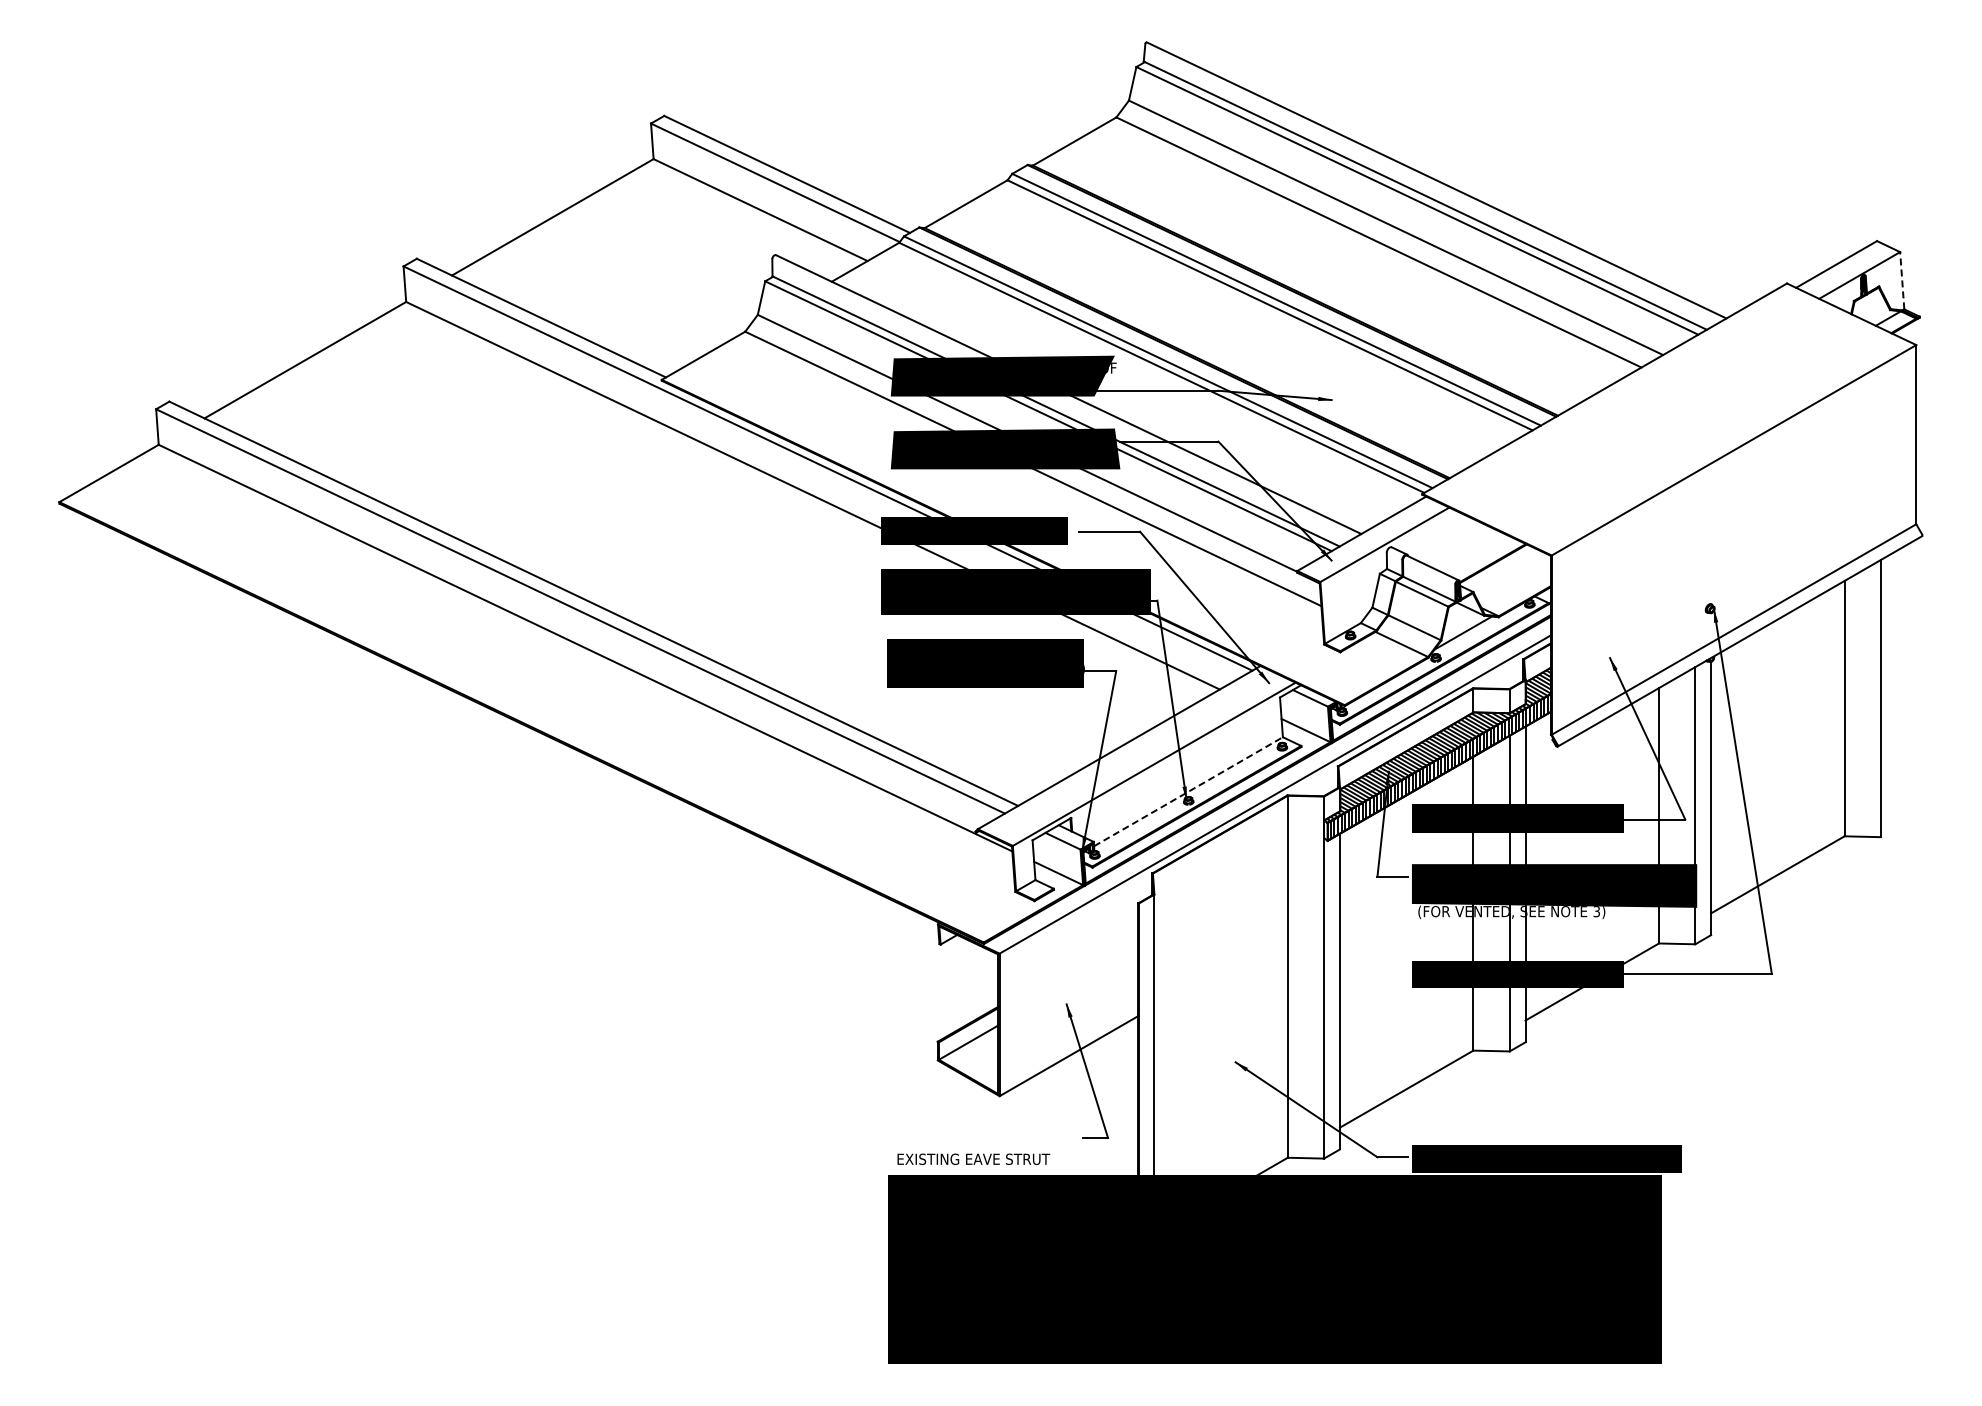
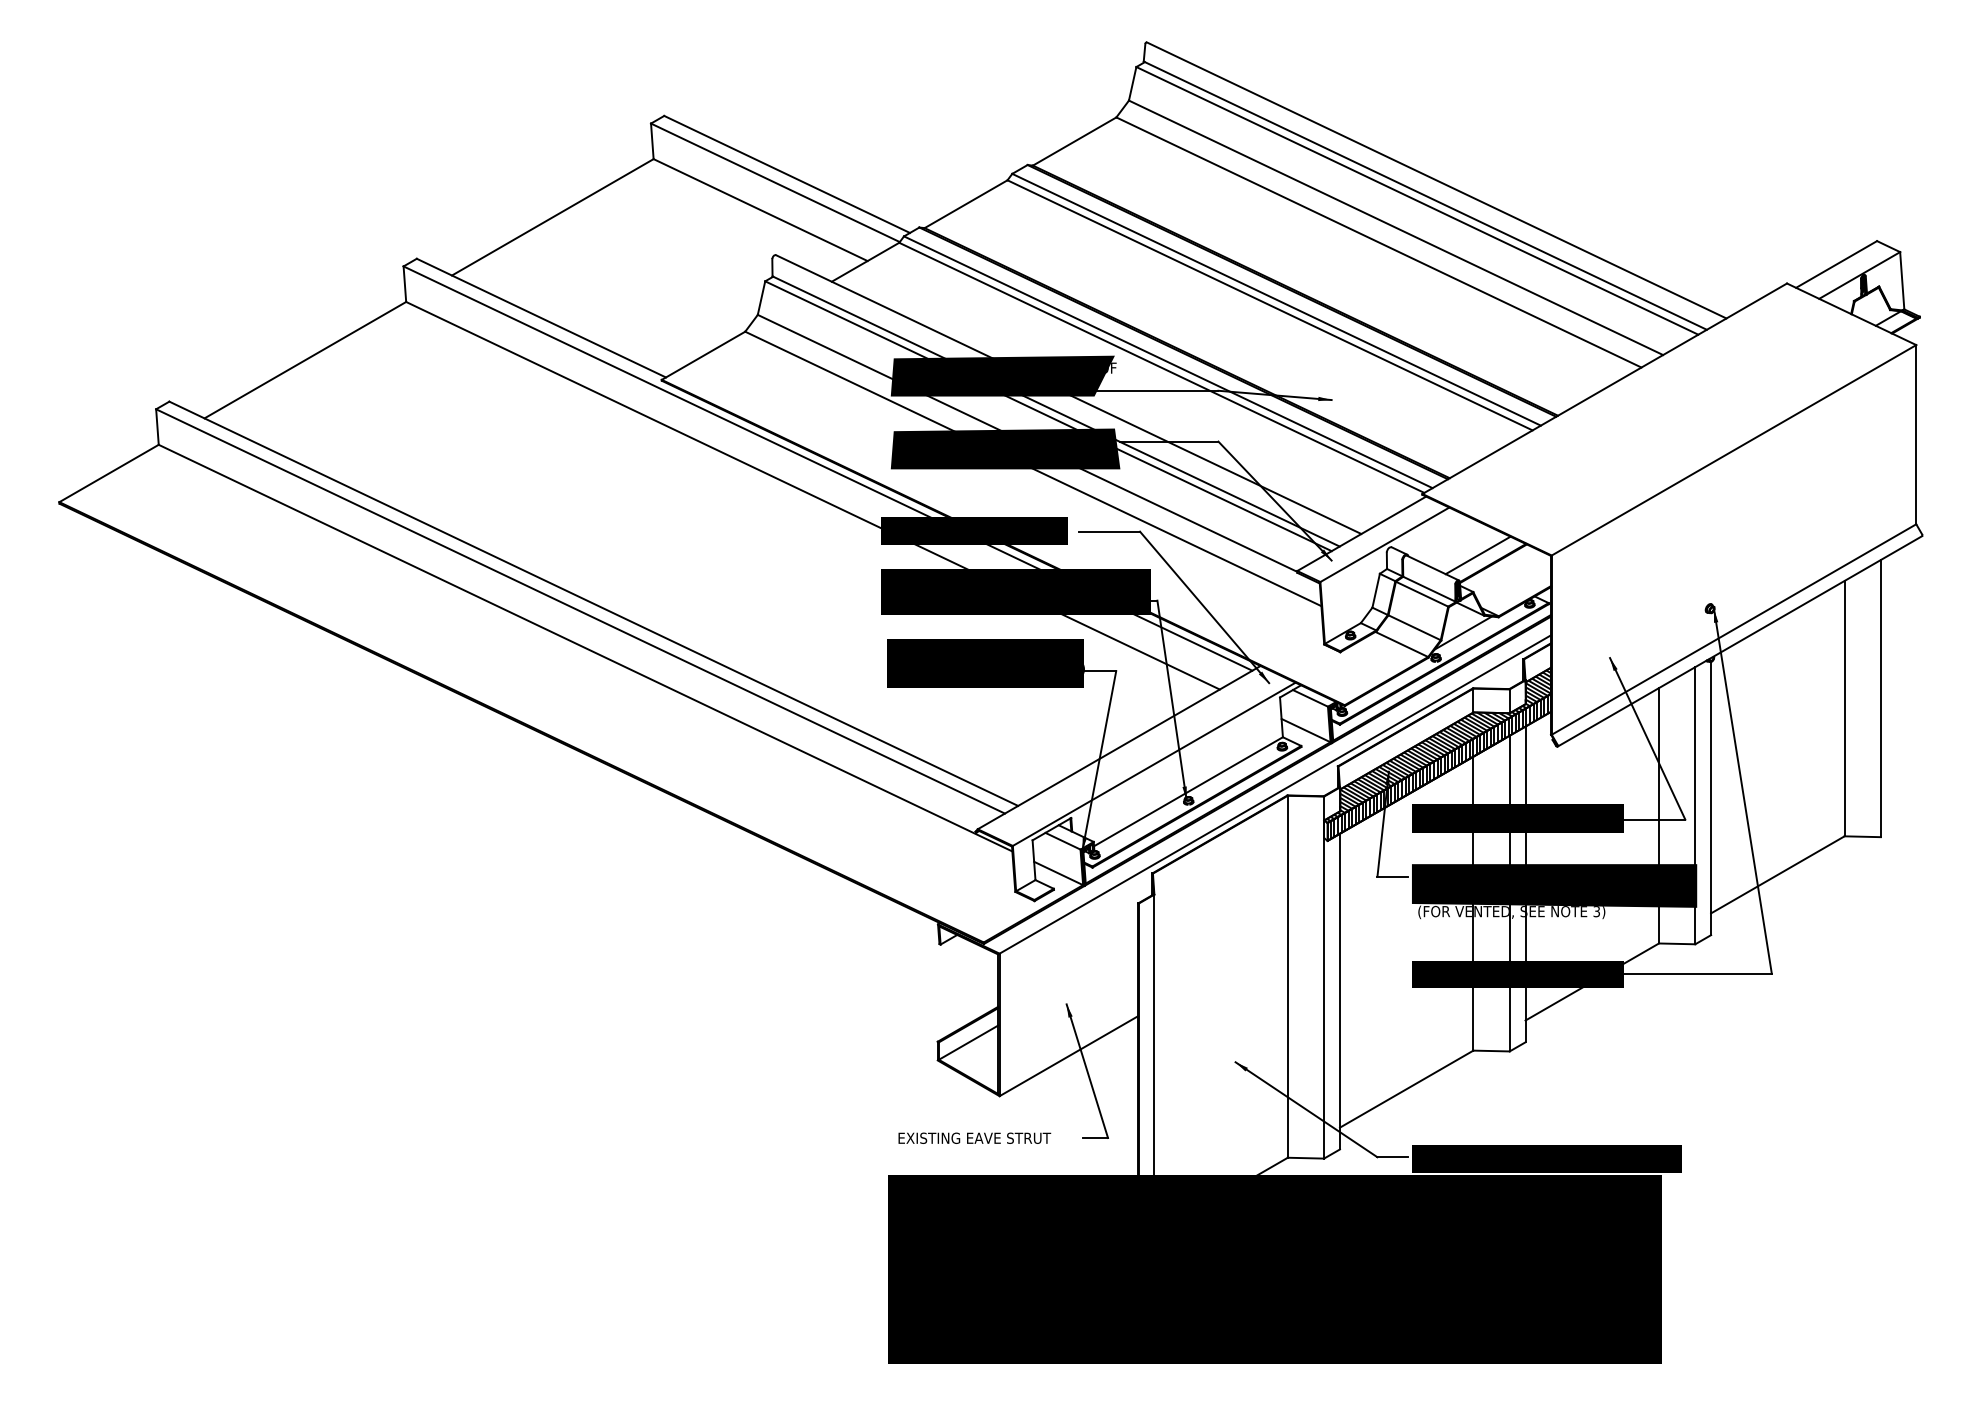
line at (1902, 280): dashed -> solid
line at (1477, 555): none -> present
line at (1188, 791): dashed -> solid
text at (973, 1158) position: (973, 1158) -> (974, 1137)
